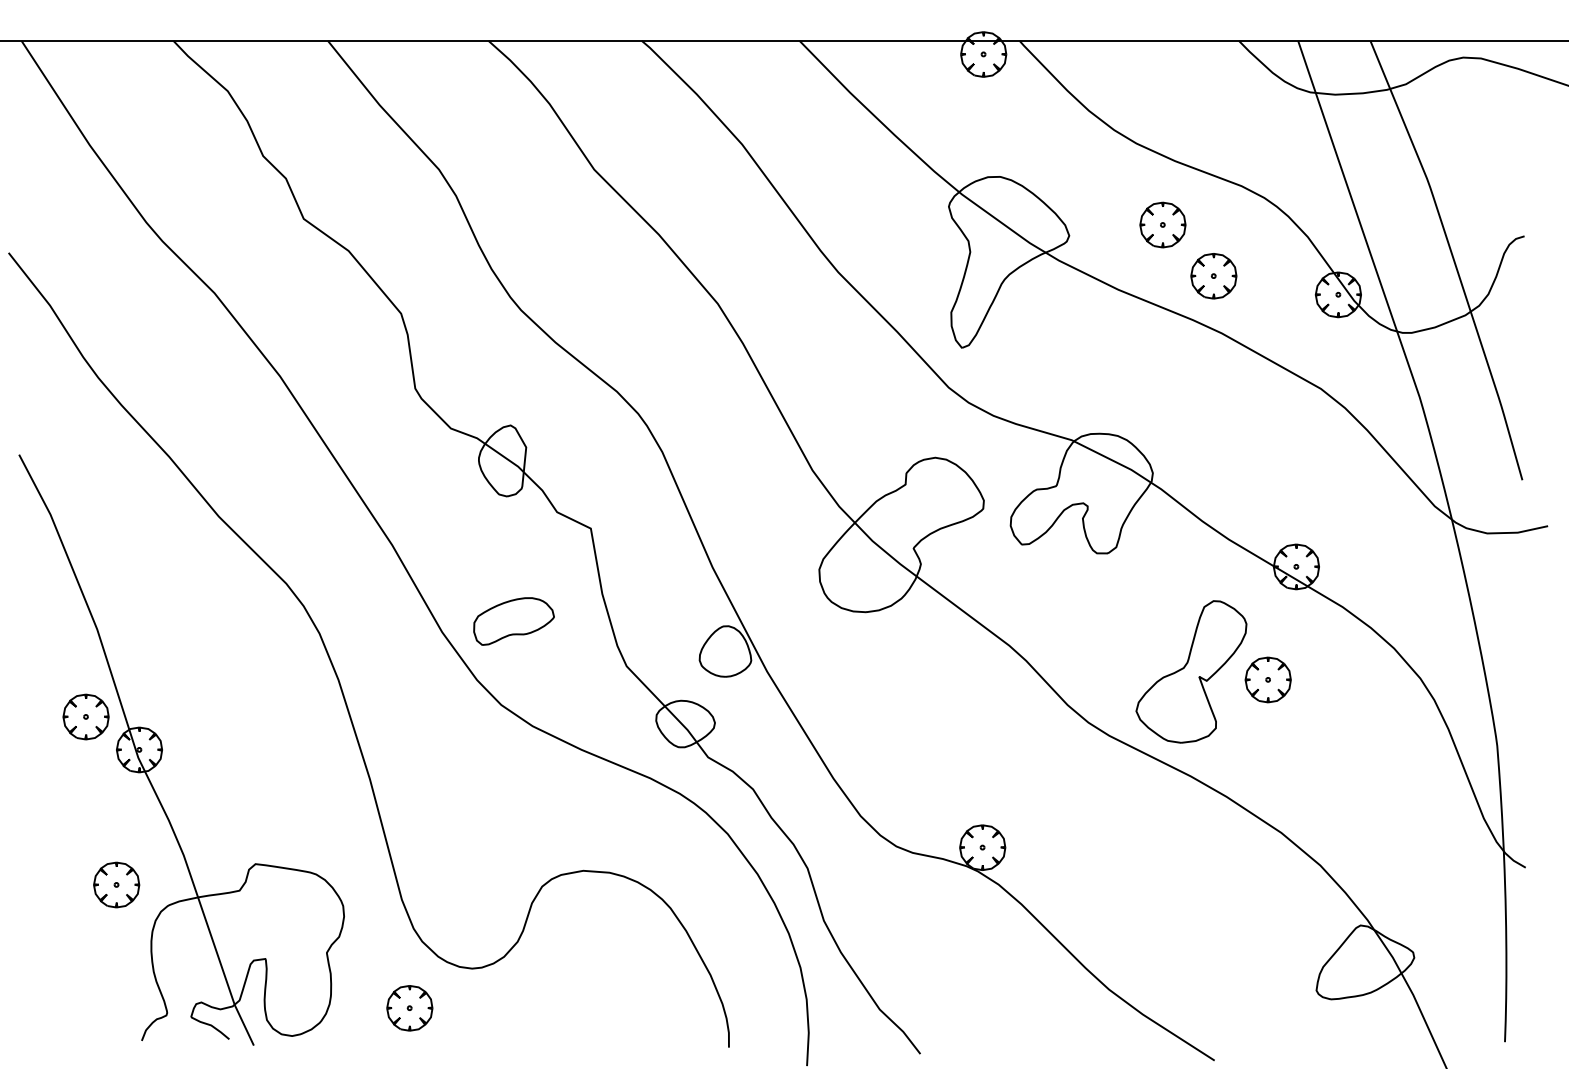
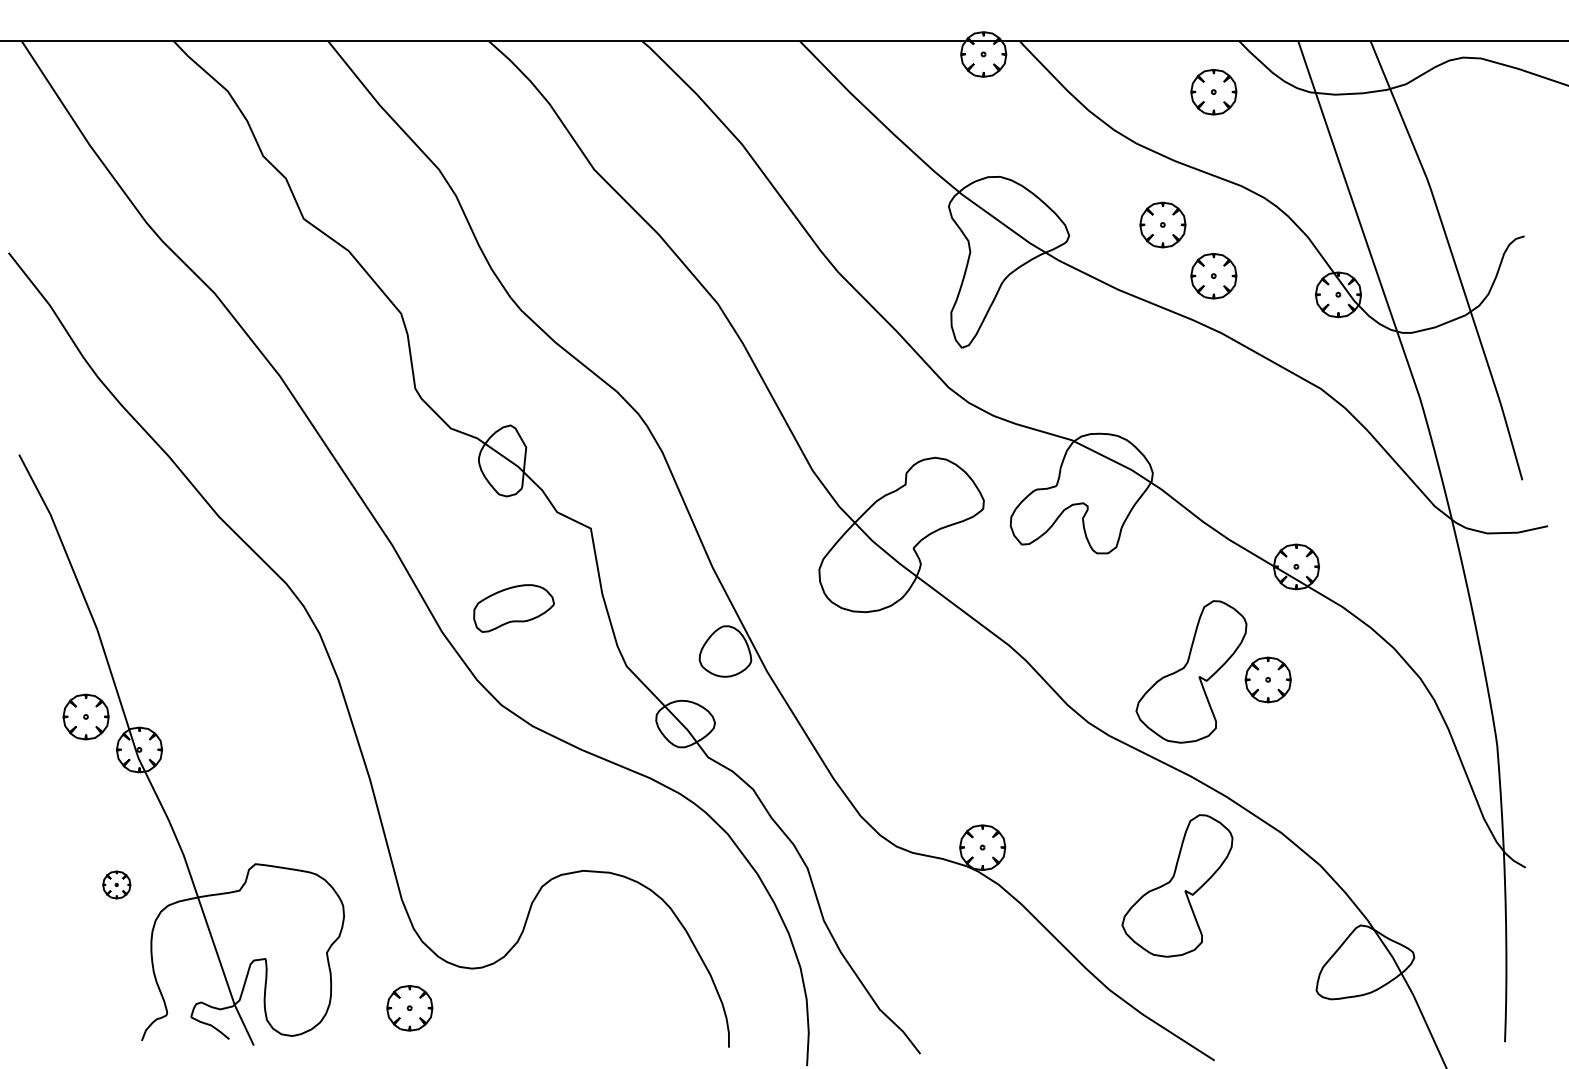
part at (1213, 92): none -> present
part at (513, 621) position: (513, 621) -> (513, 608)
part at (116, 884) size: 48x48 px -> 30x30 px
part at (1177, 885): none -> present
